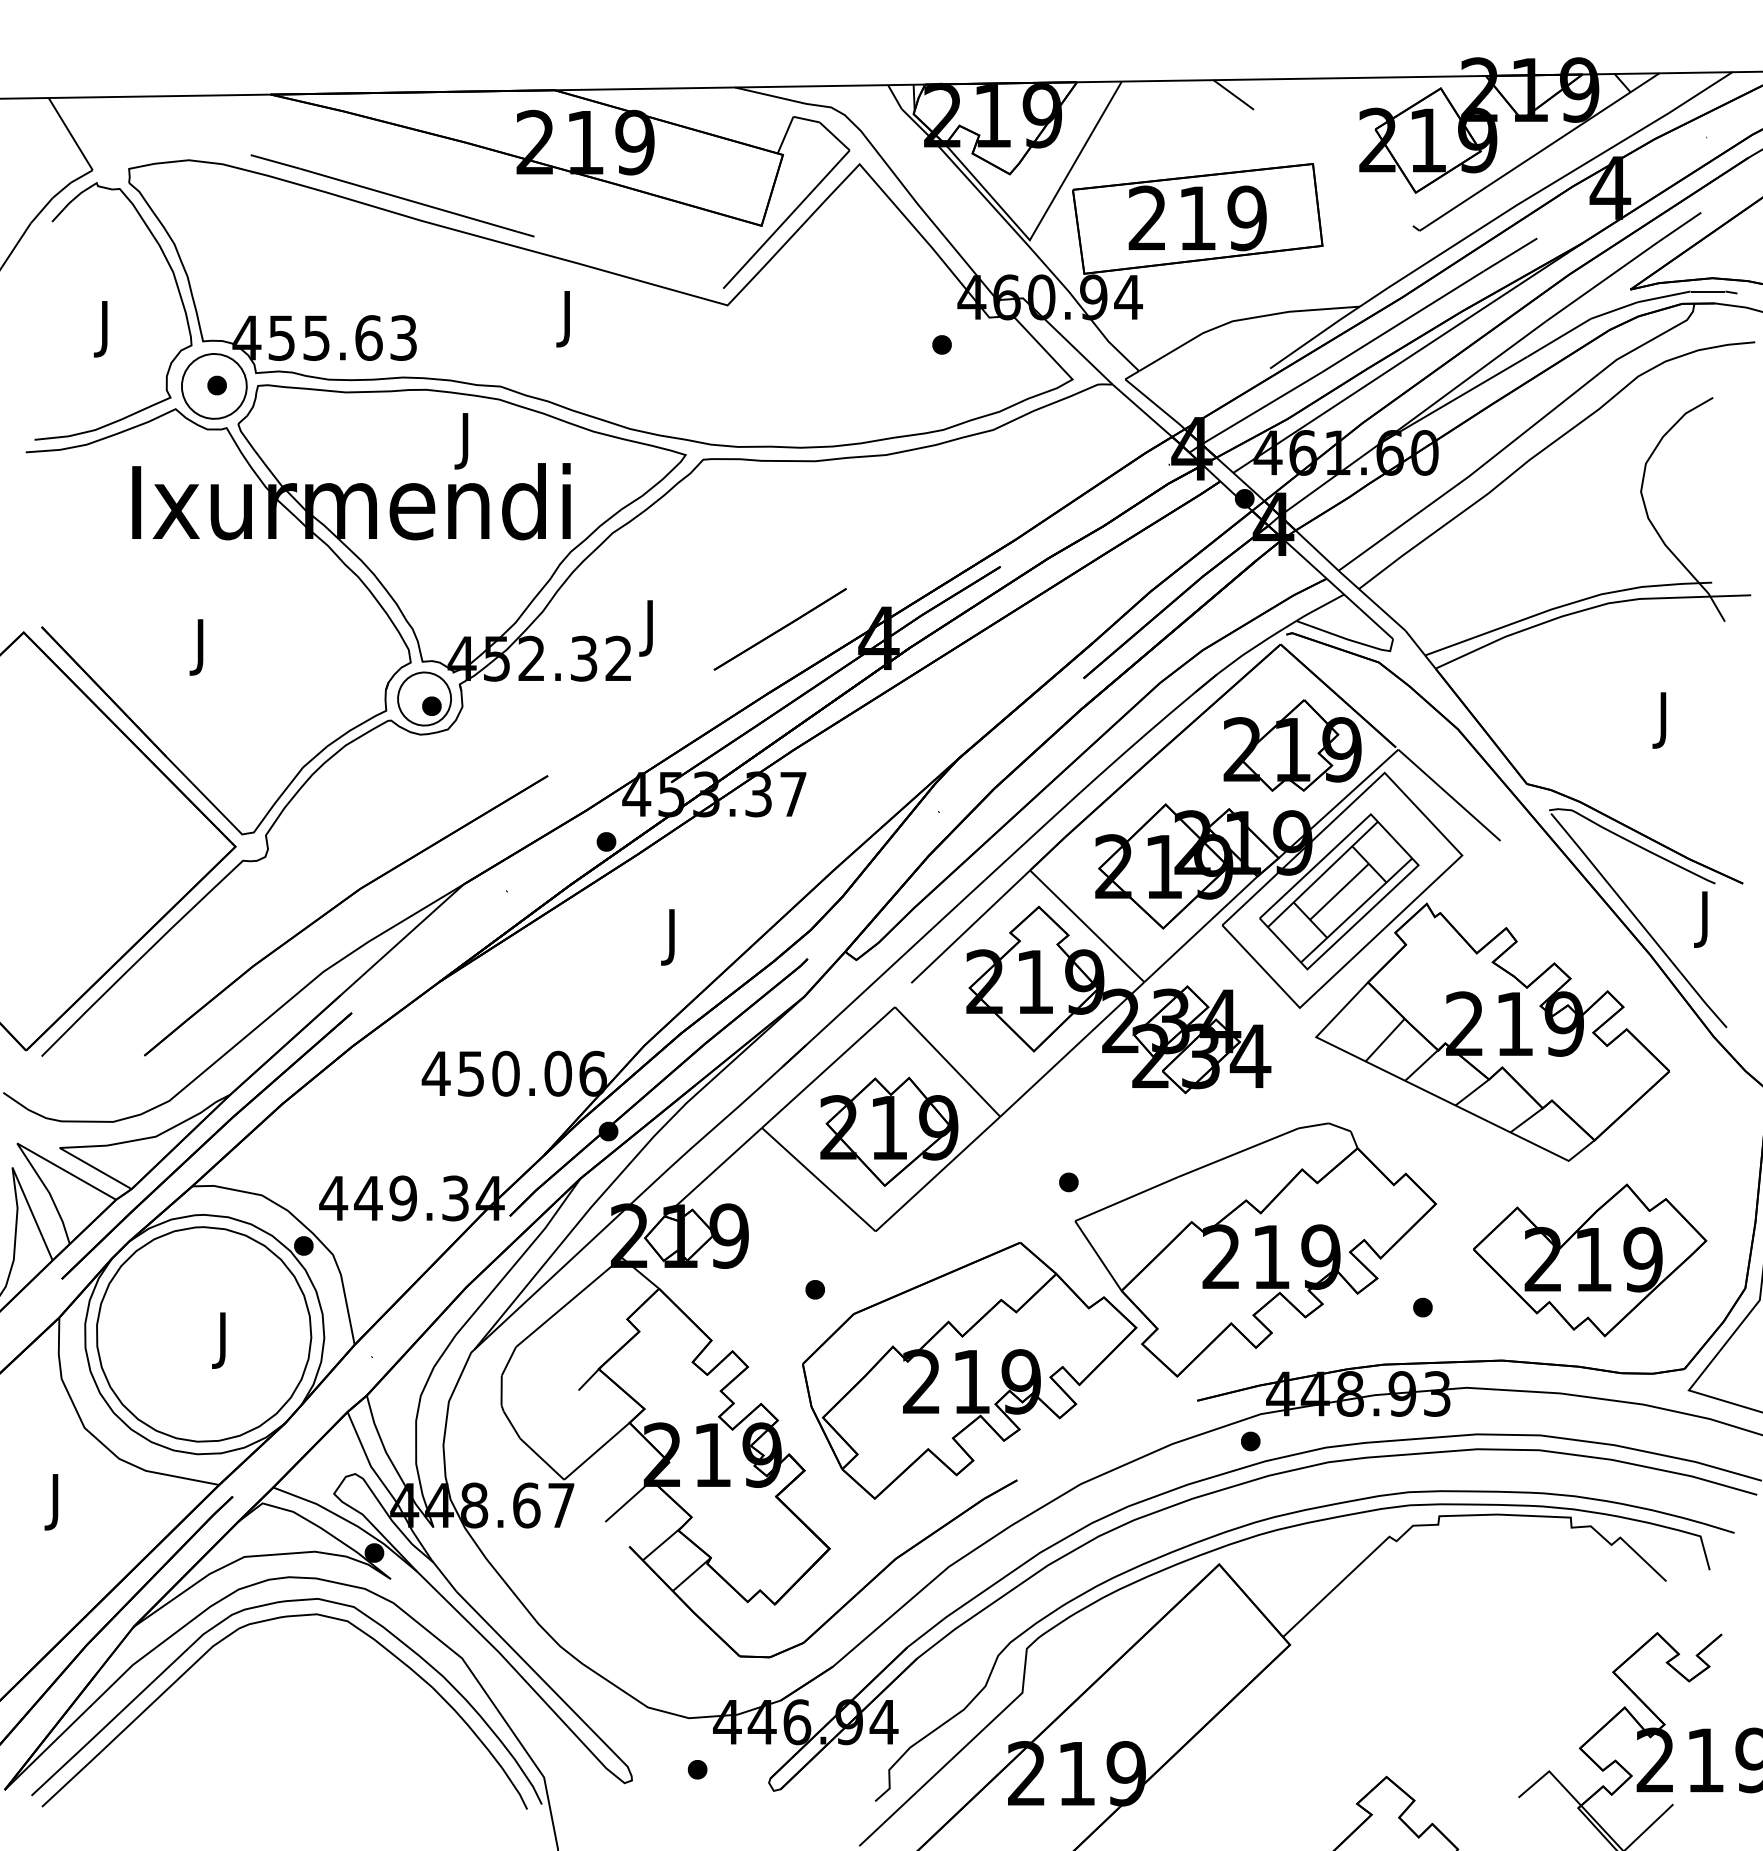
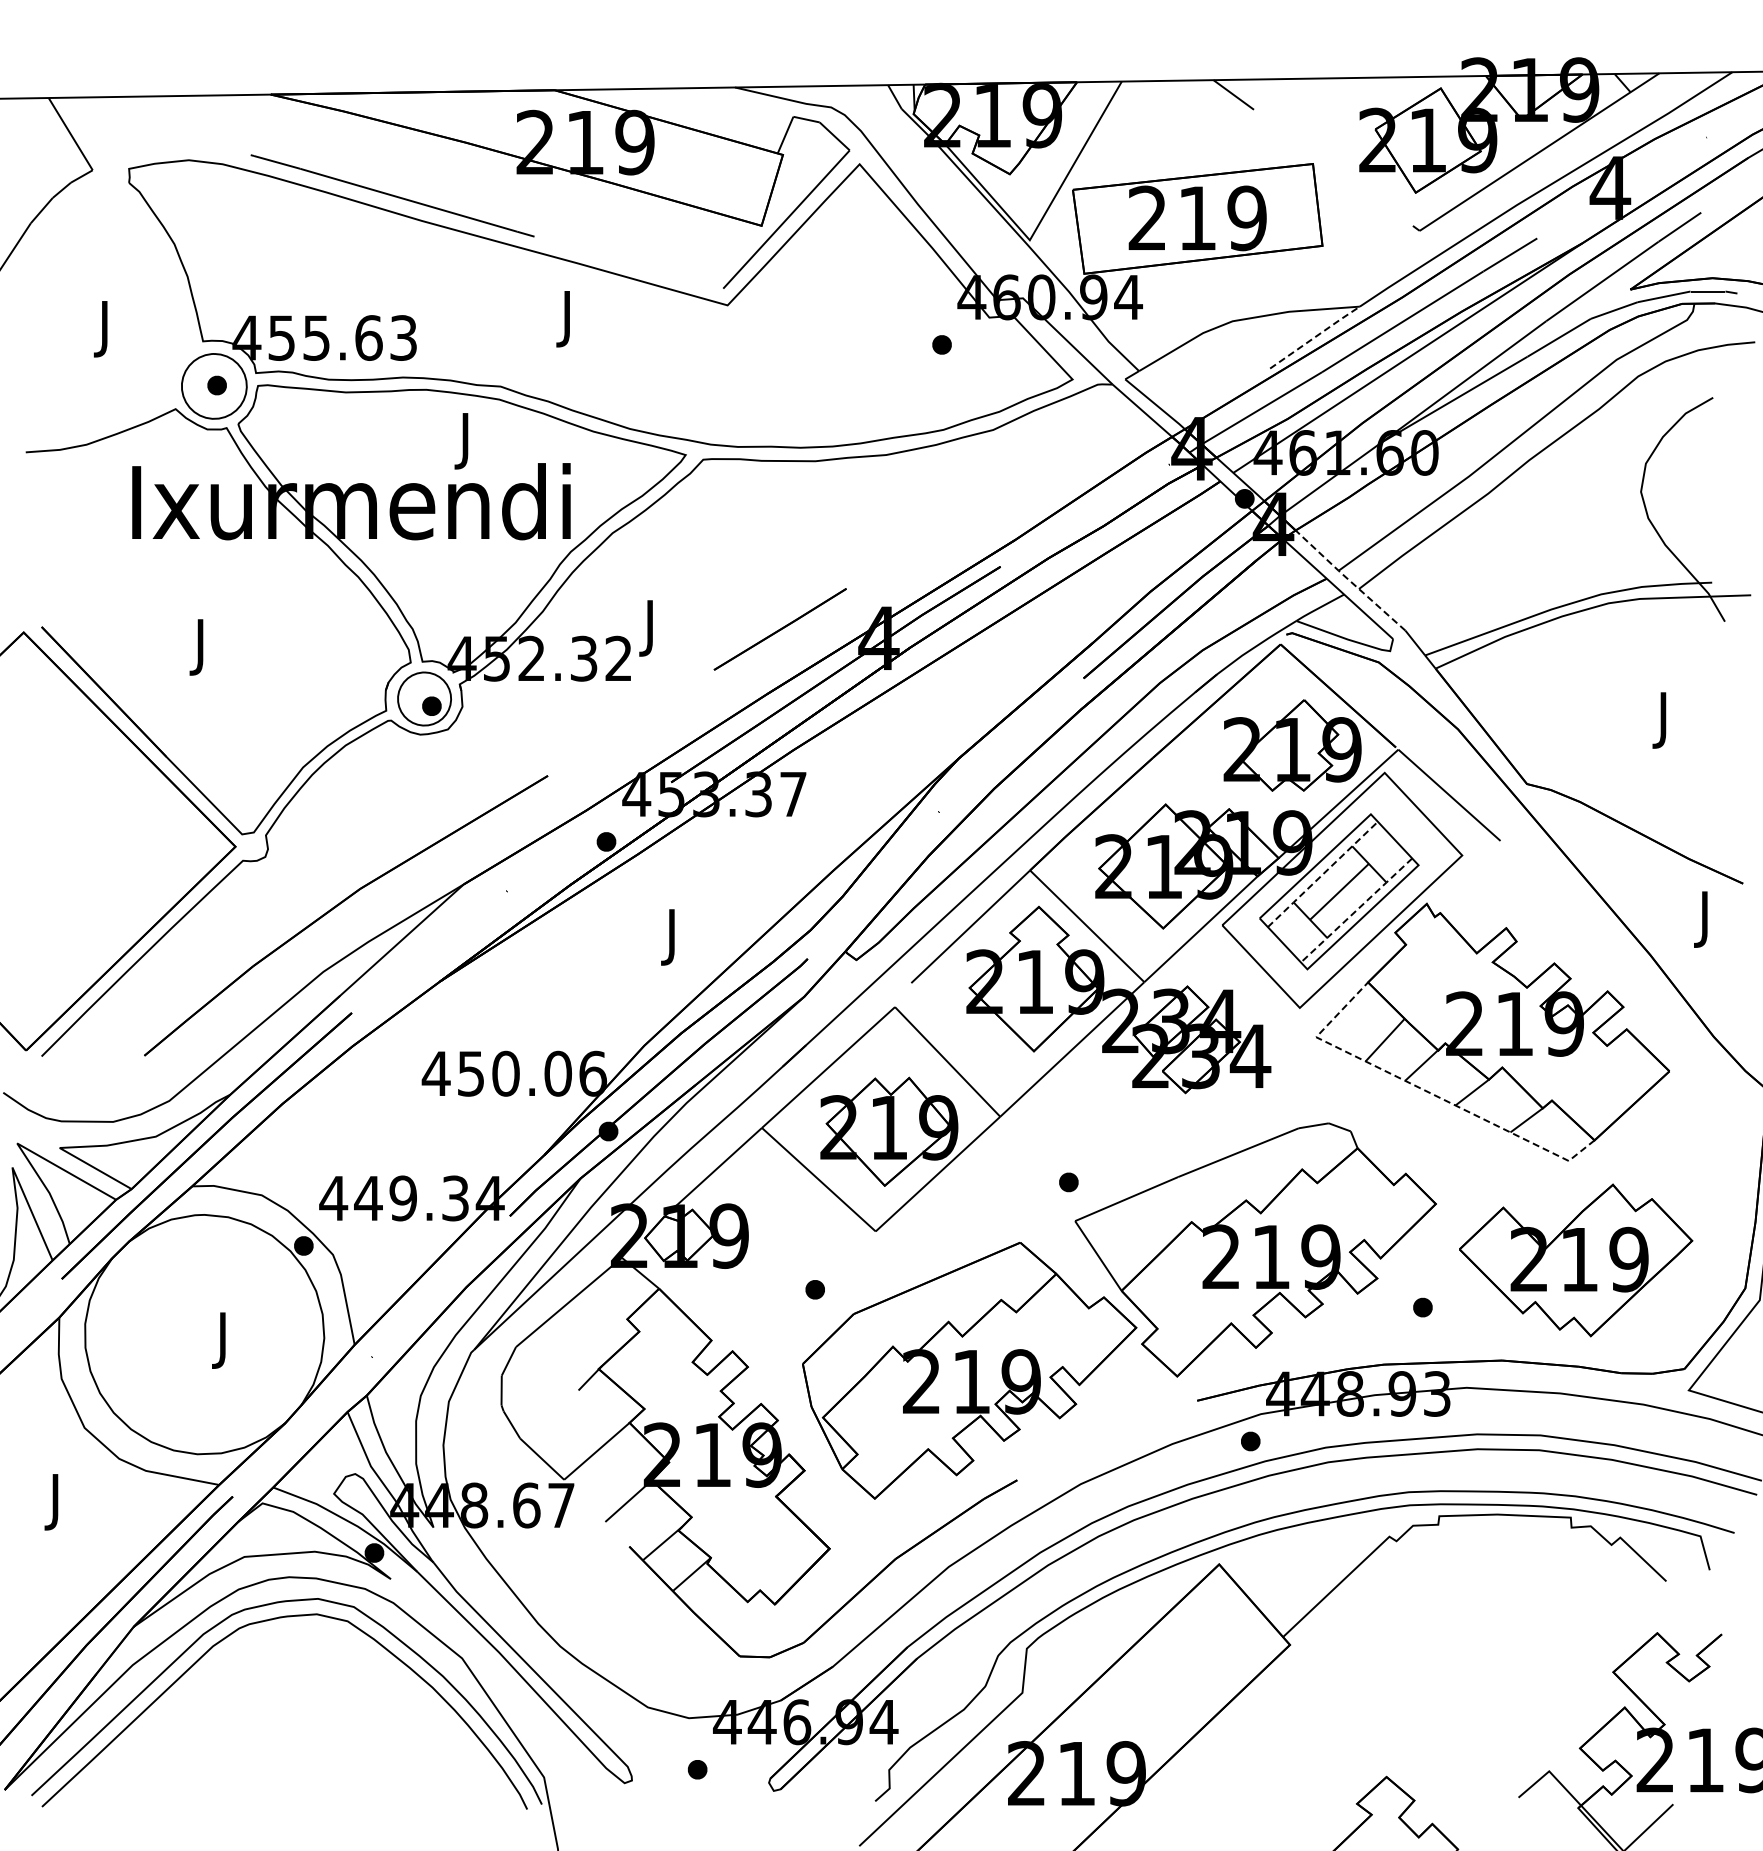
curve at (178, 293): present -> none
line at (1315, 336): solid -> dashed
line at (1349, 580): solid -> dashed
line at (1322, 874): solid -> dashed
line at (1356, 910): solid -> dashed
part at (1638, 918): present -> none
line at (1423, 1089): solid -> dashed
part at (1590, 1260) position: (1590, 1260) -> (1576, 1260)
part at (204, 1334): present -> none
